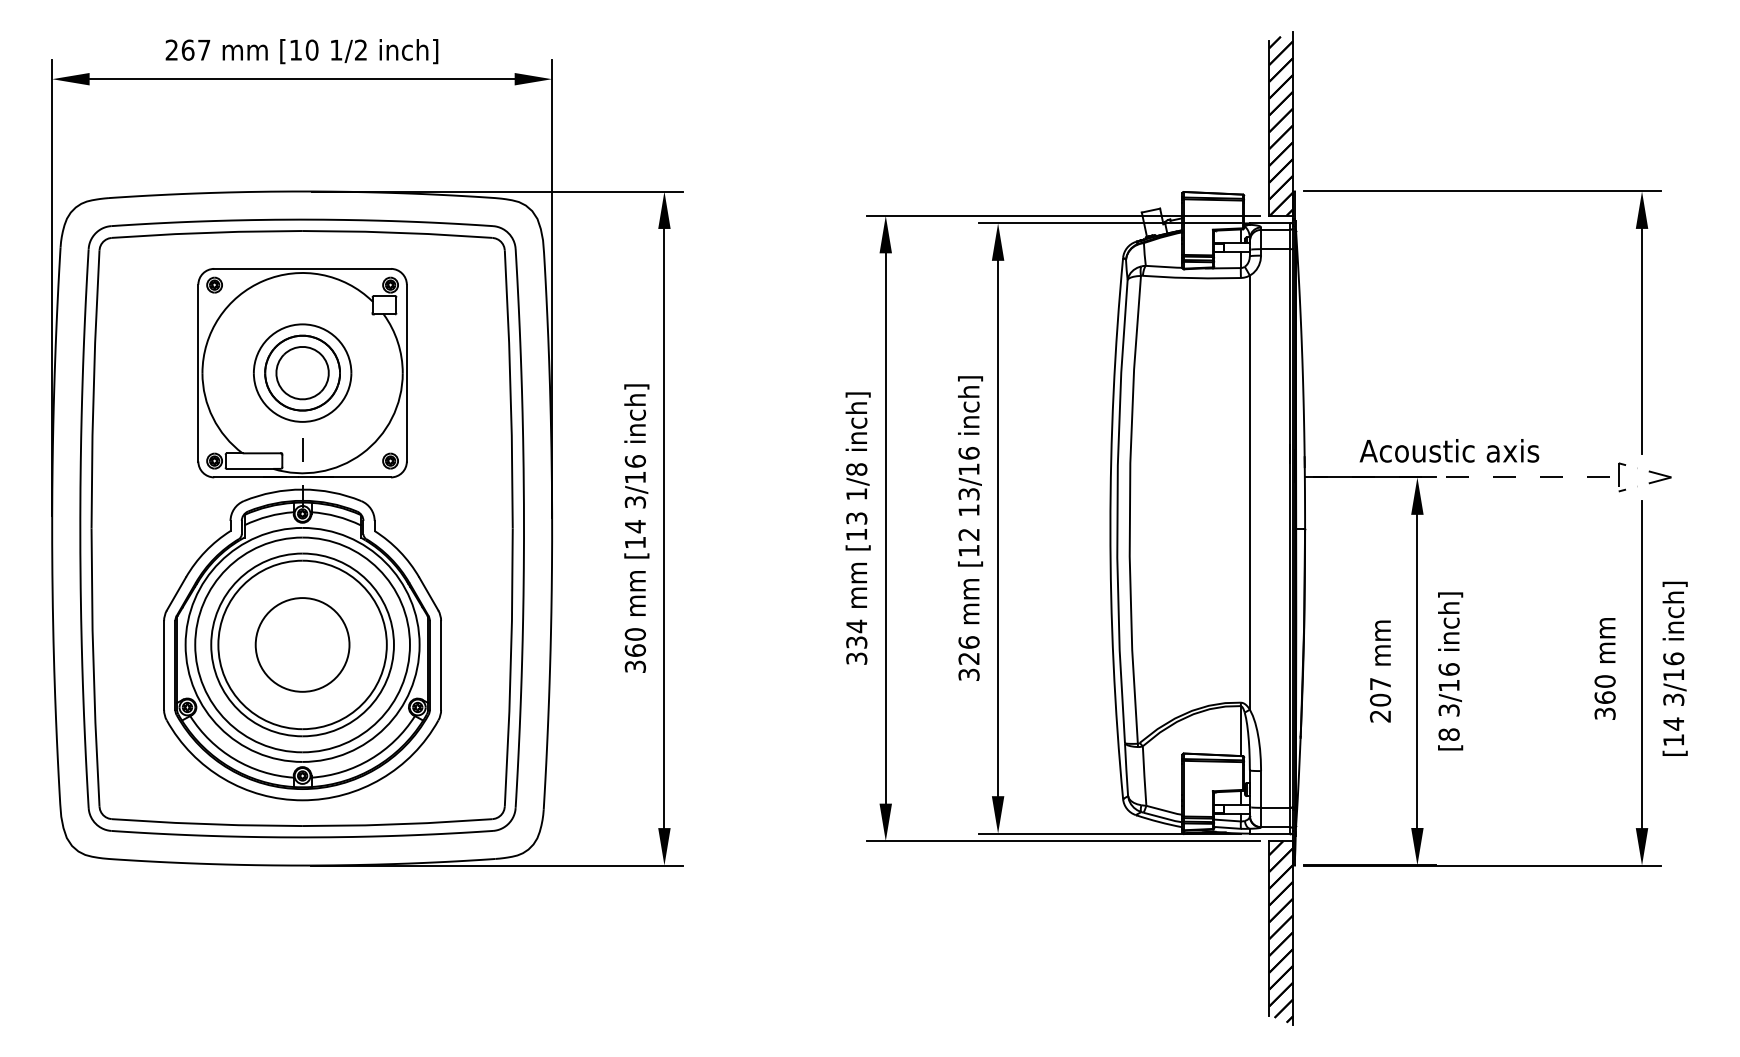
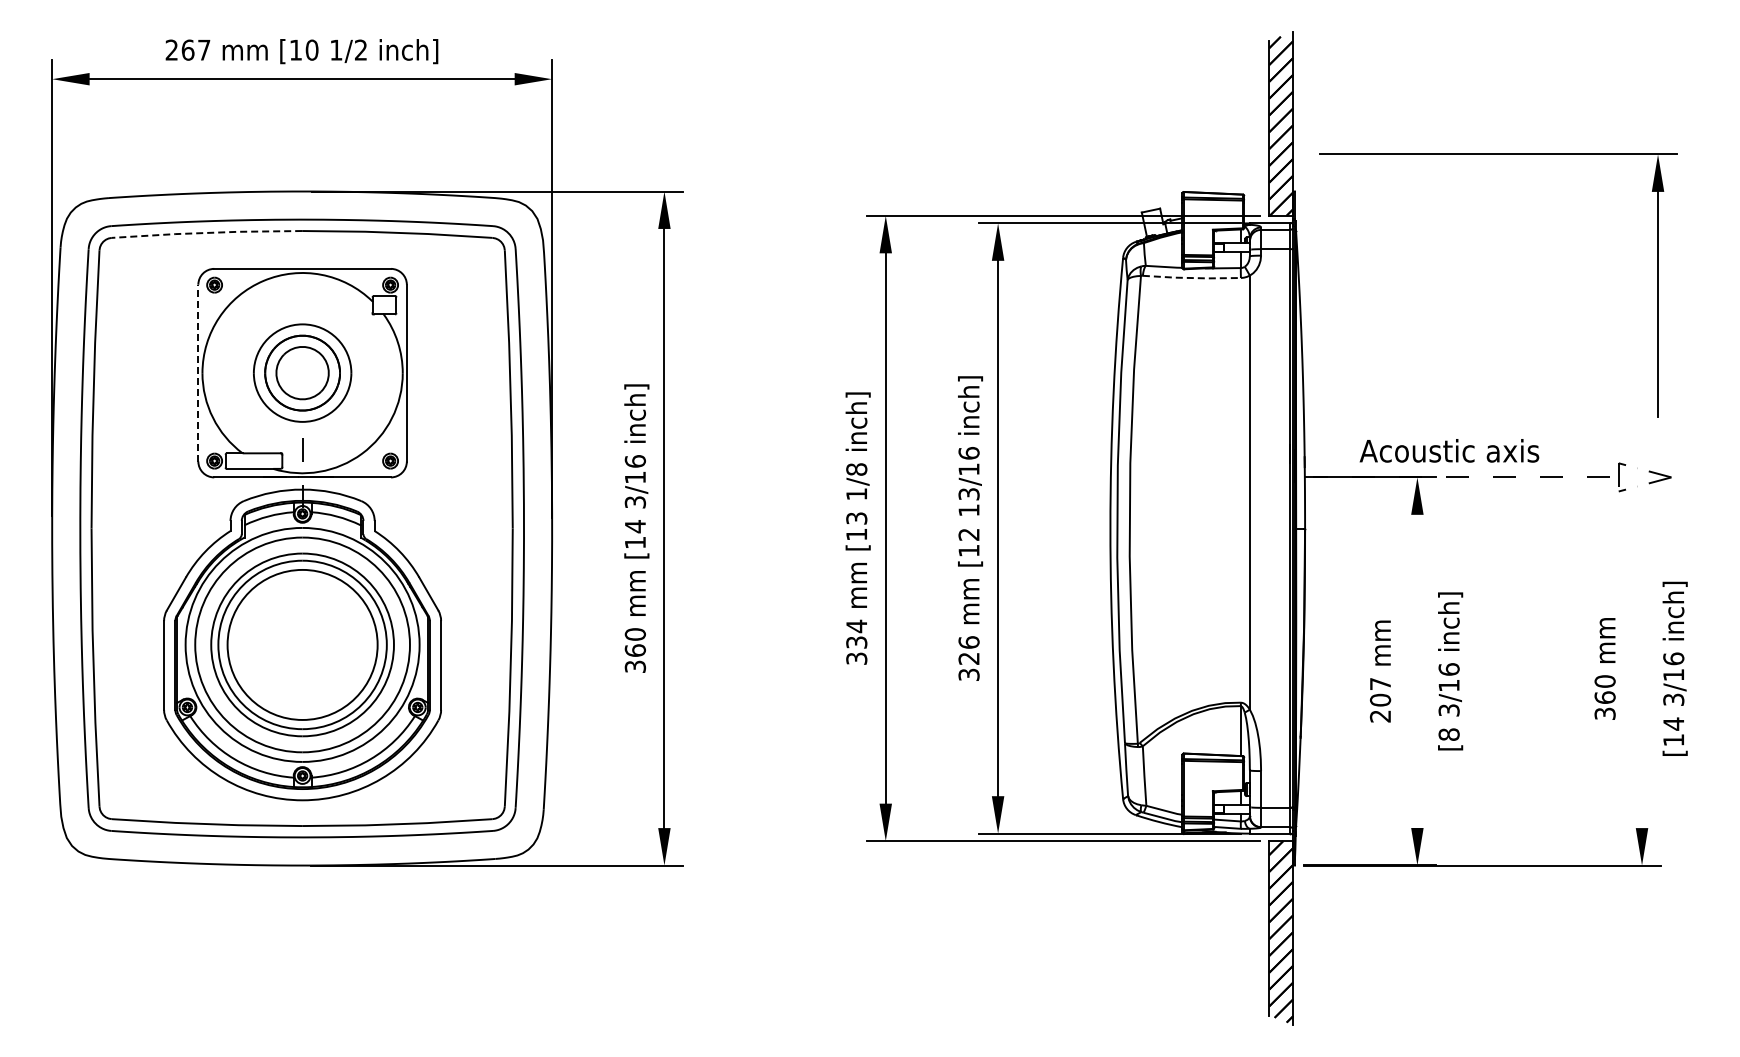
part at (1482, 191) position: (1482, 191) -> (1498, 154)
line at (206, 232): solid -> dashed
line at (1191, 278): solid -> dashed
line at (198, 372): solid -> dashed
circle at (302, 644) diameter: 94 px -> 150 px
line at (1642, 664): present -> none
line at (1417, 671): present -> none
